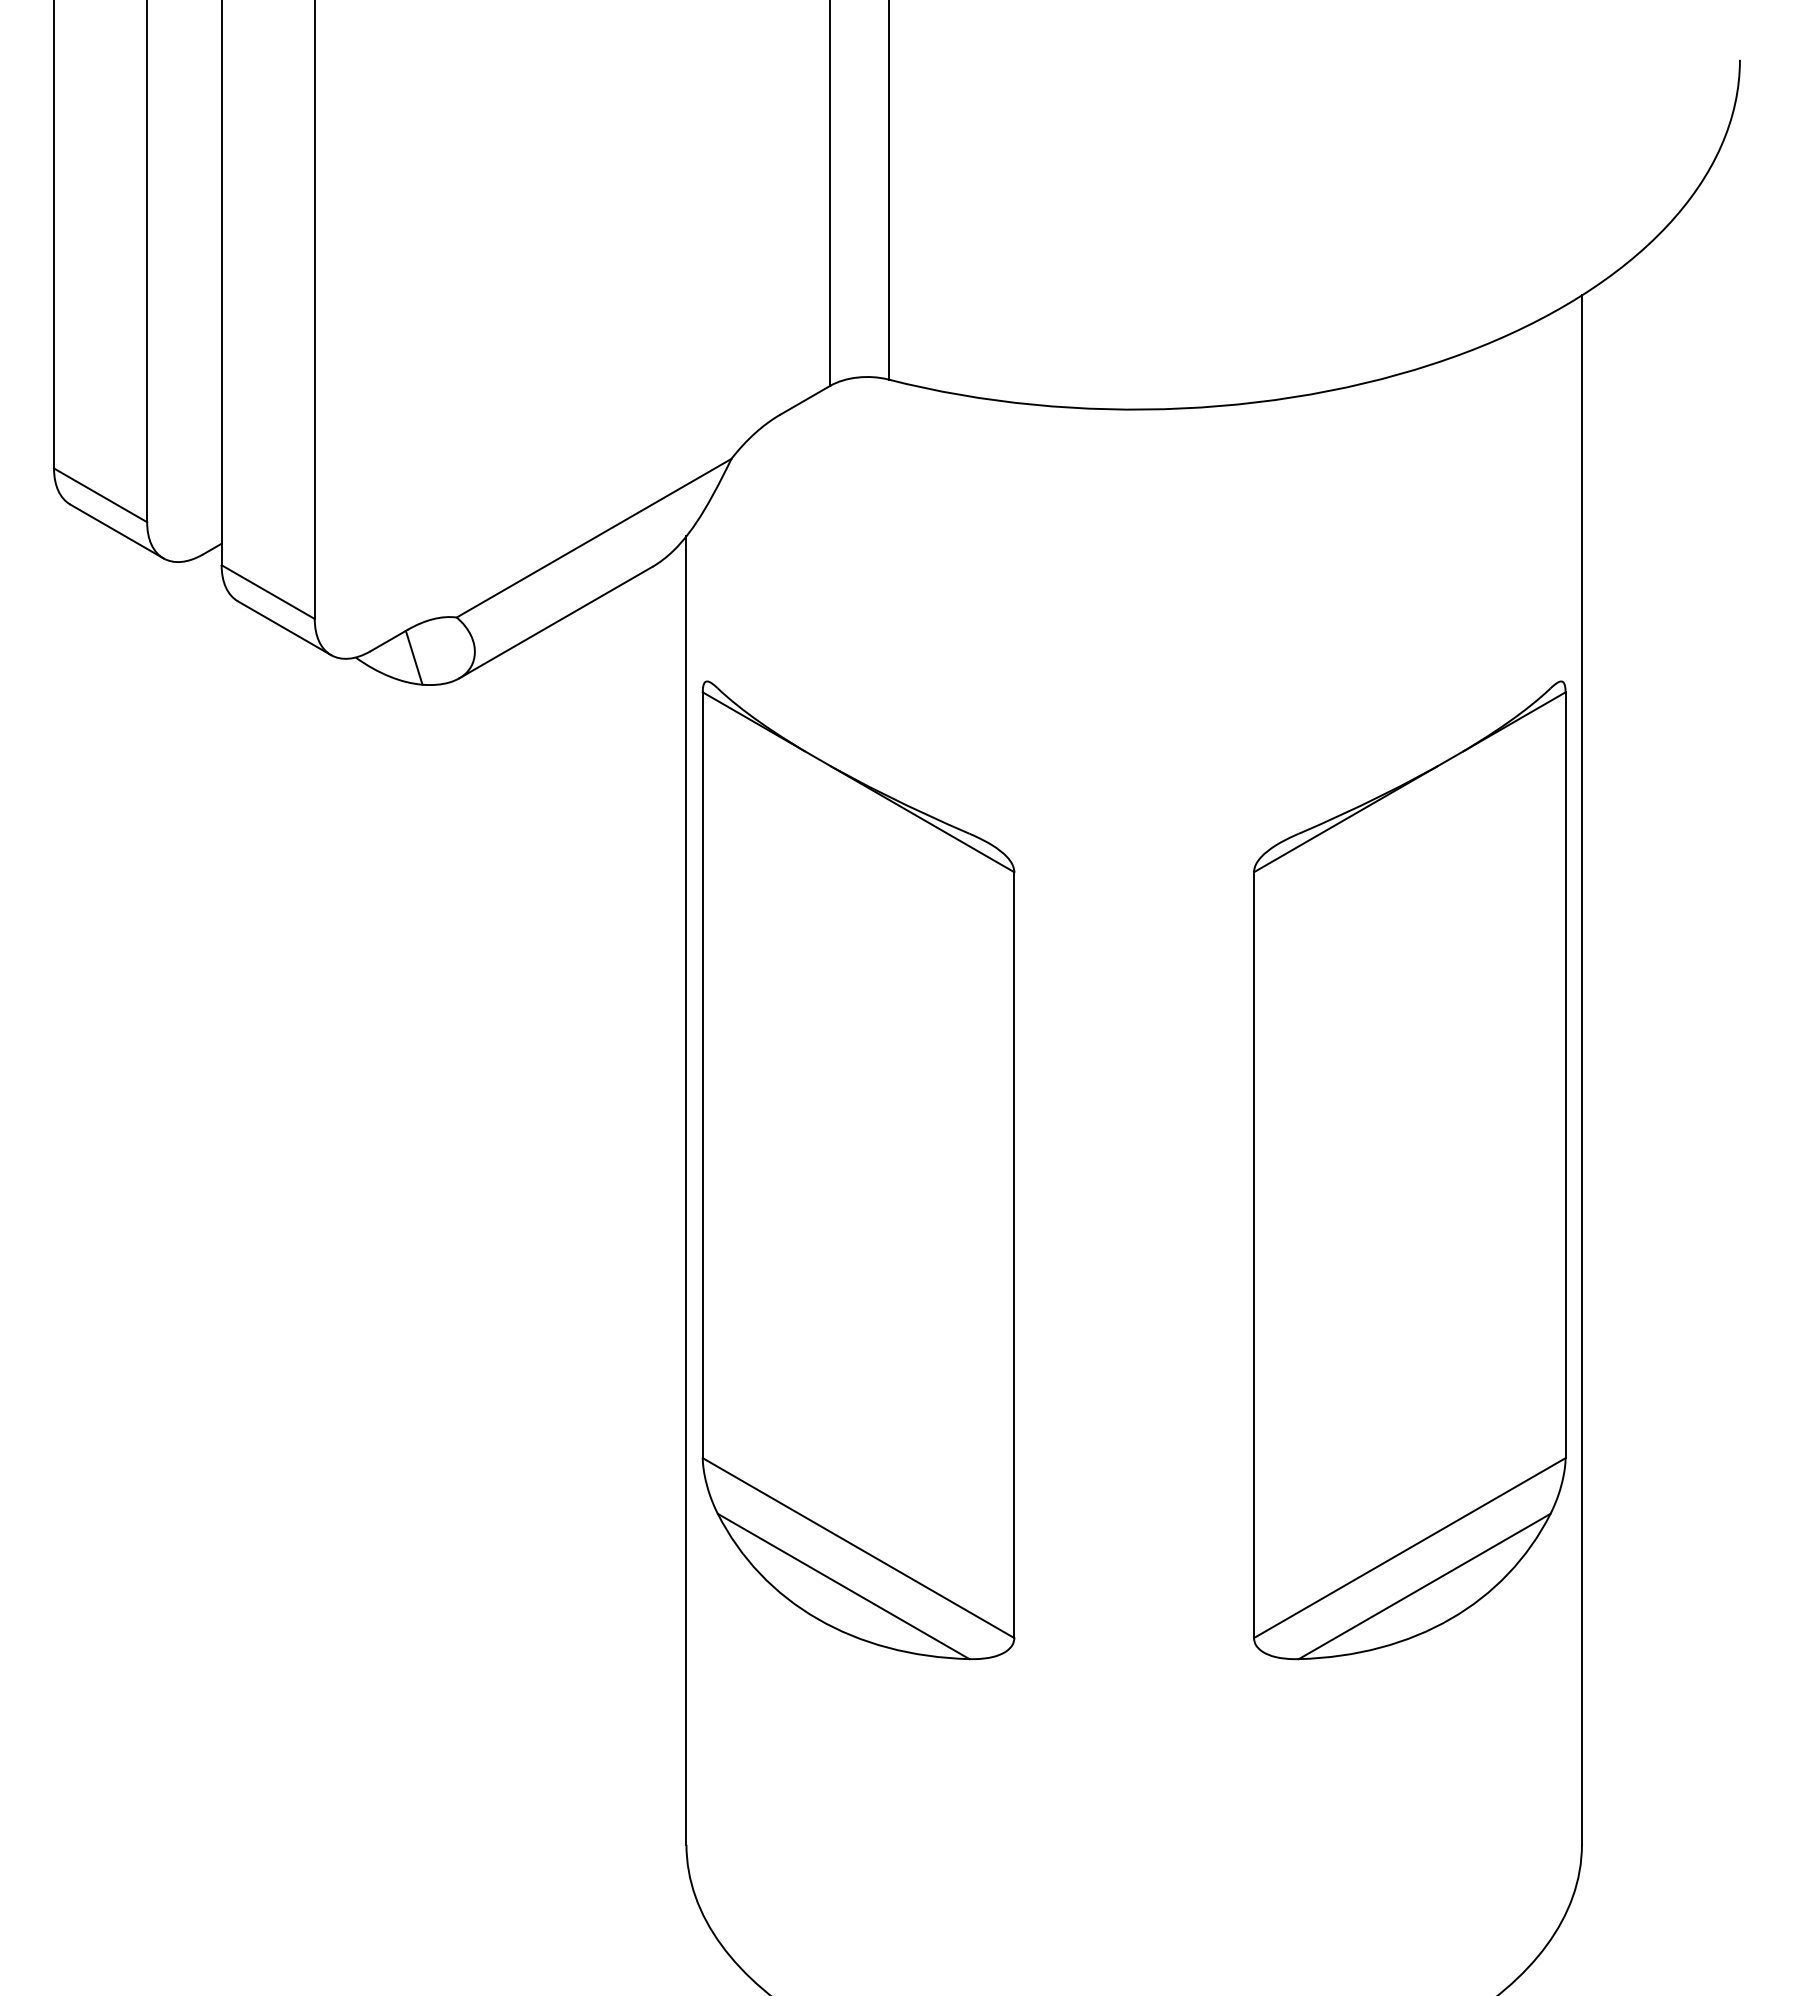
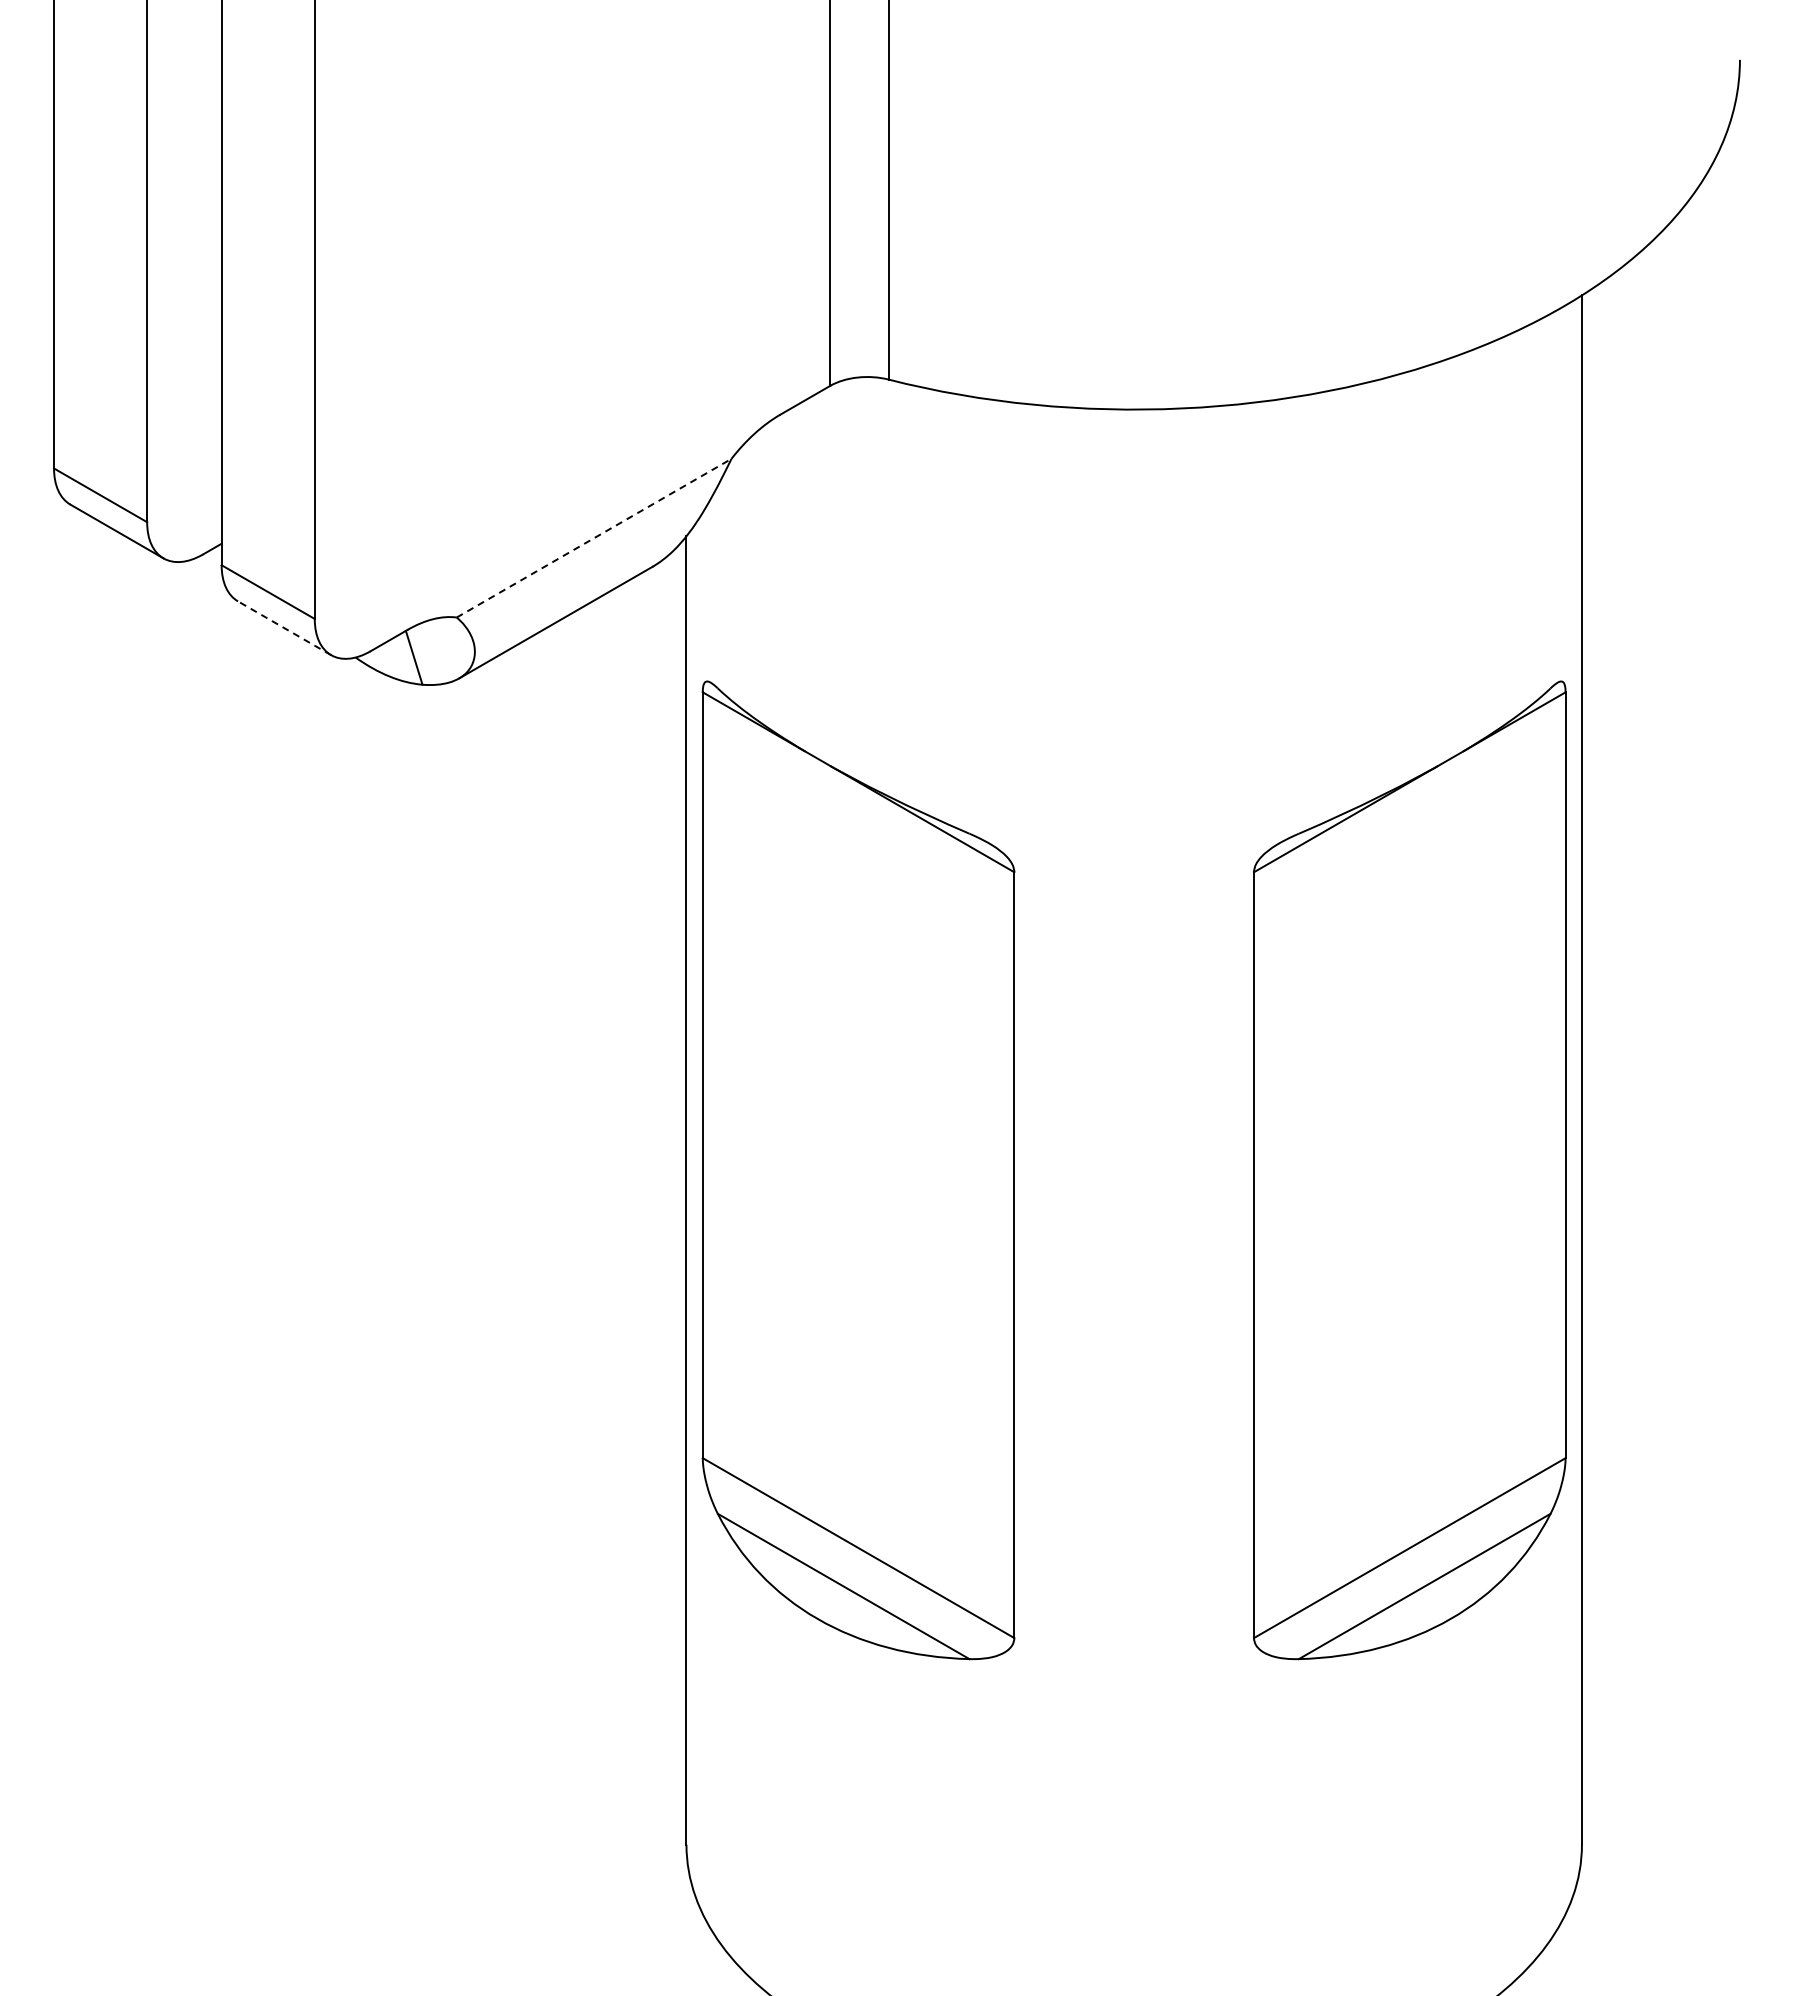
line at (594, 538): solid -> dashed
line at (284, 628): solid -> dashed
